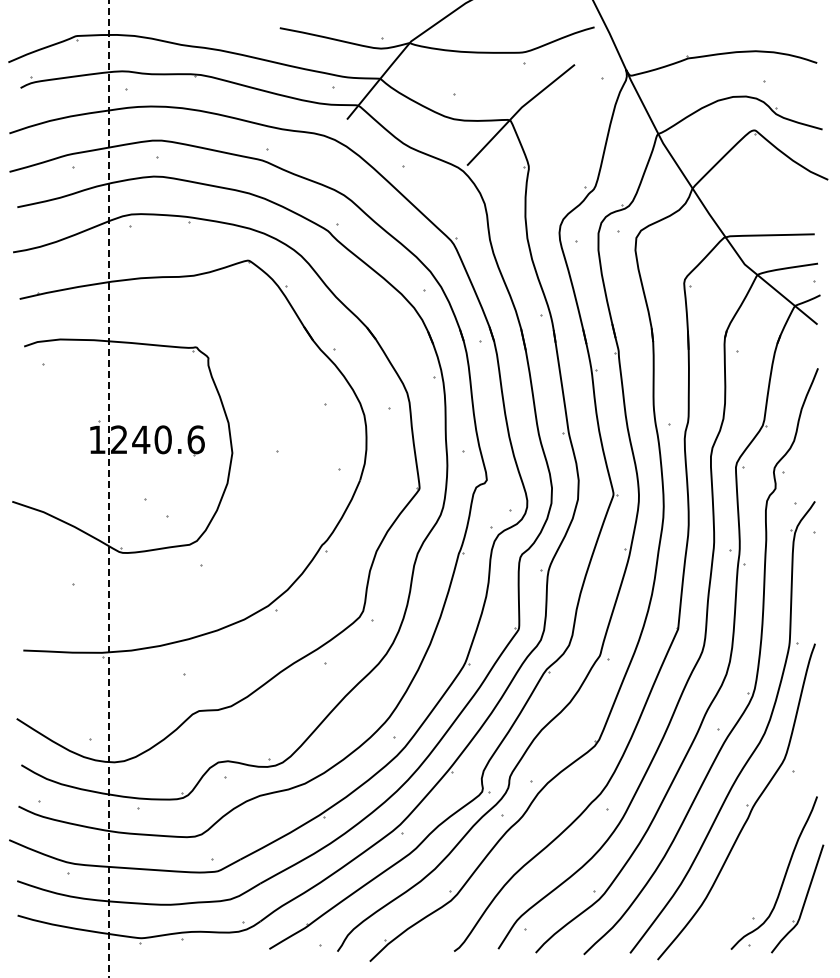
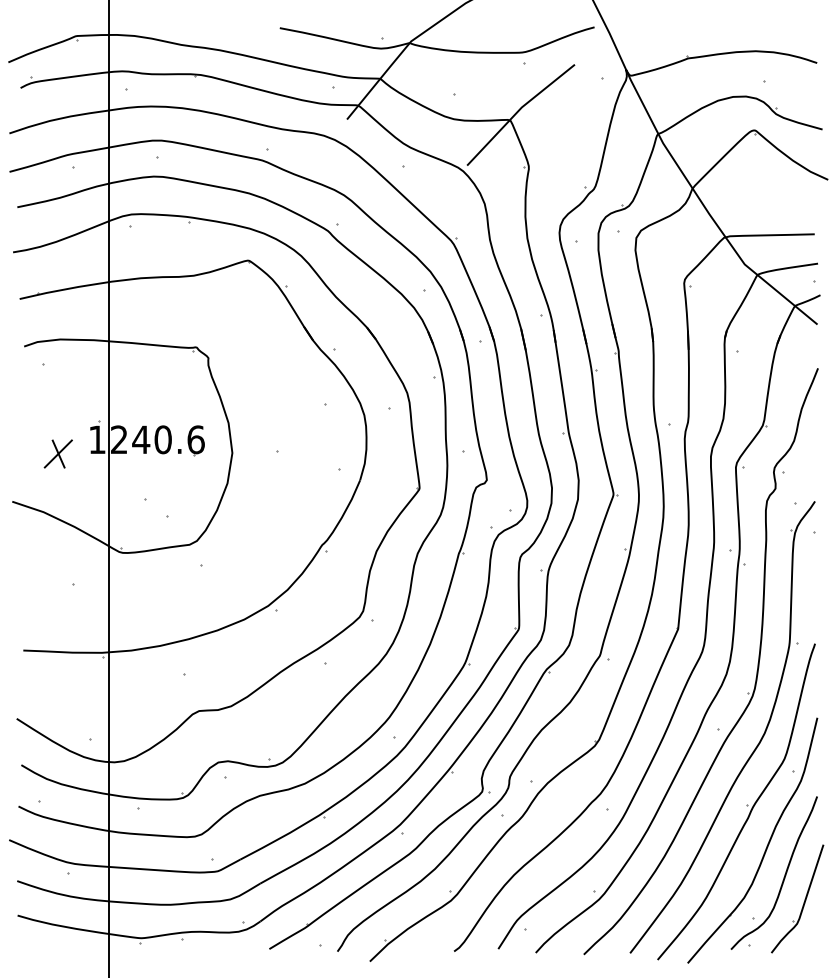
part at (57, 453): none -> present
line at (108, 489): dashed -> solid
part at (766, 846): none -> present
